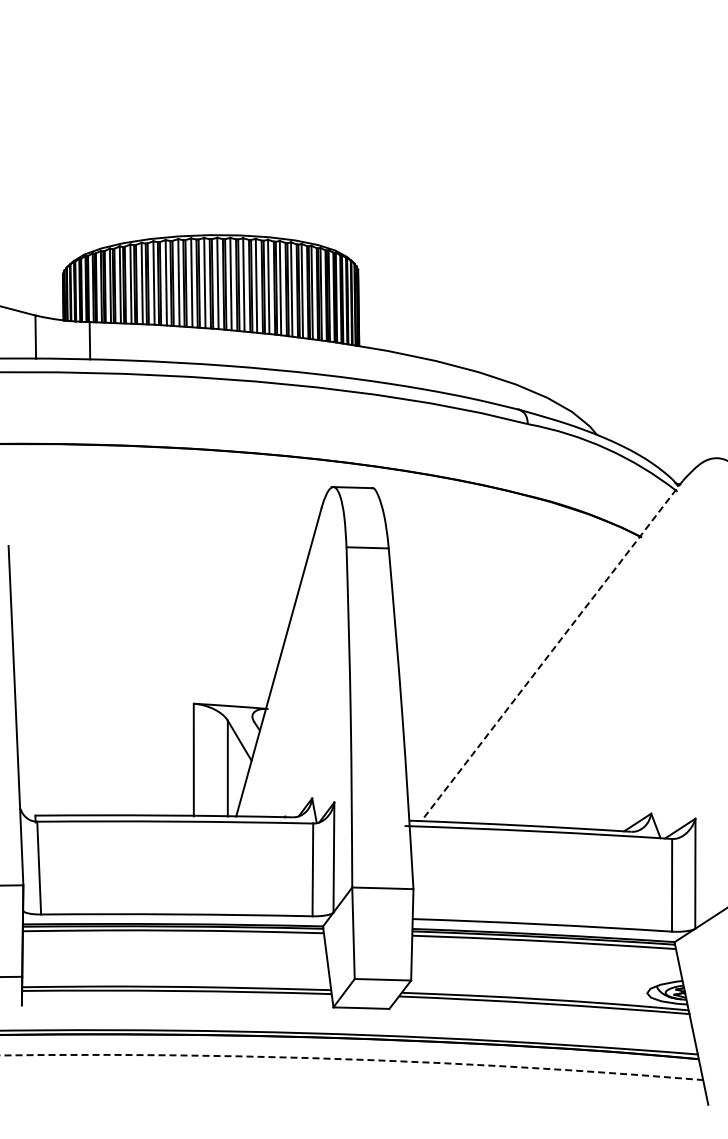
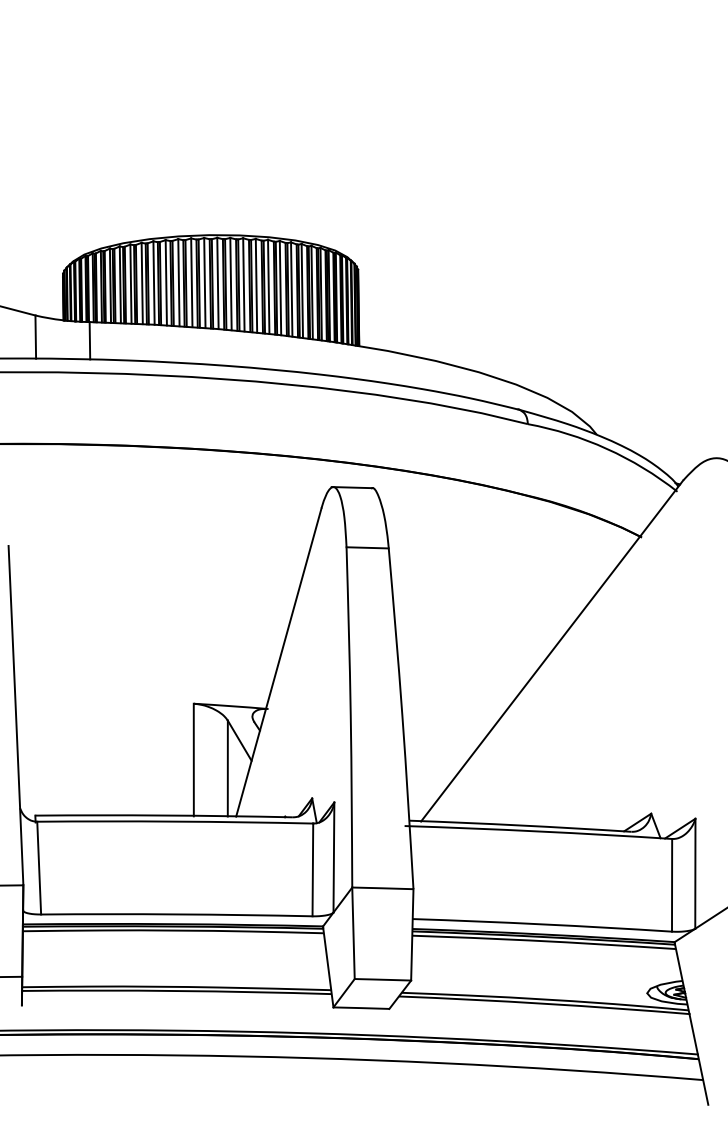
line at (551, 651): dashed -> solid
arc at (352, 1059): dashed -> solid
